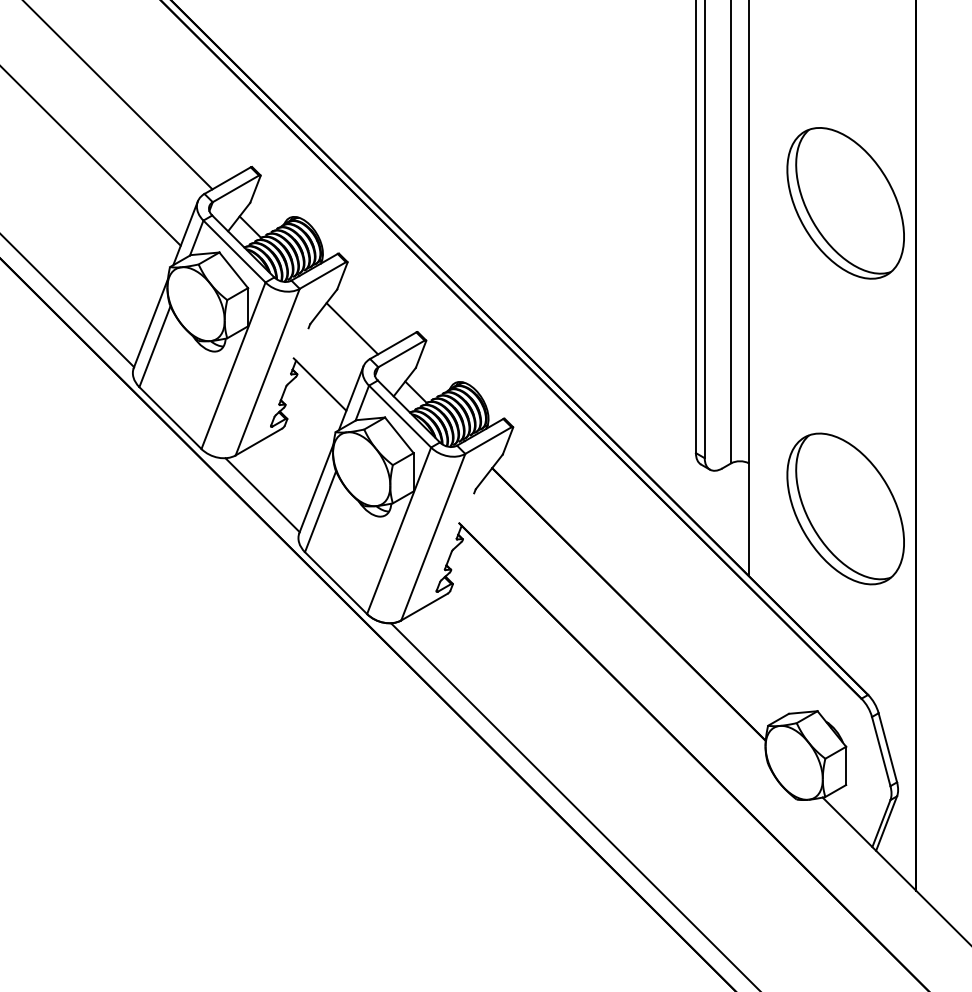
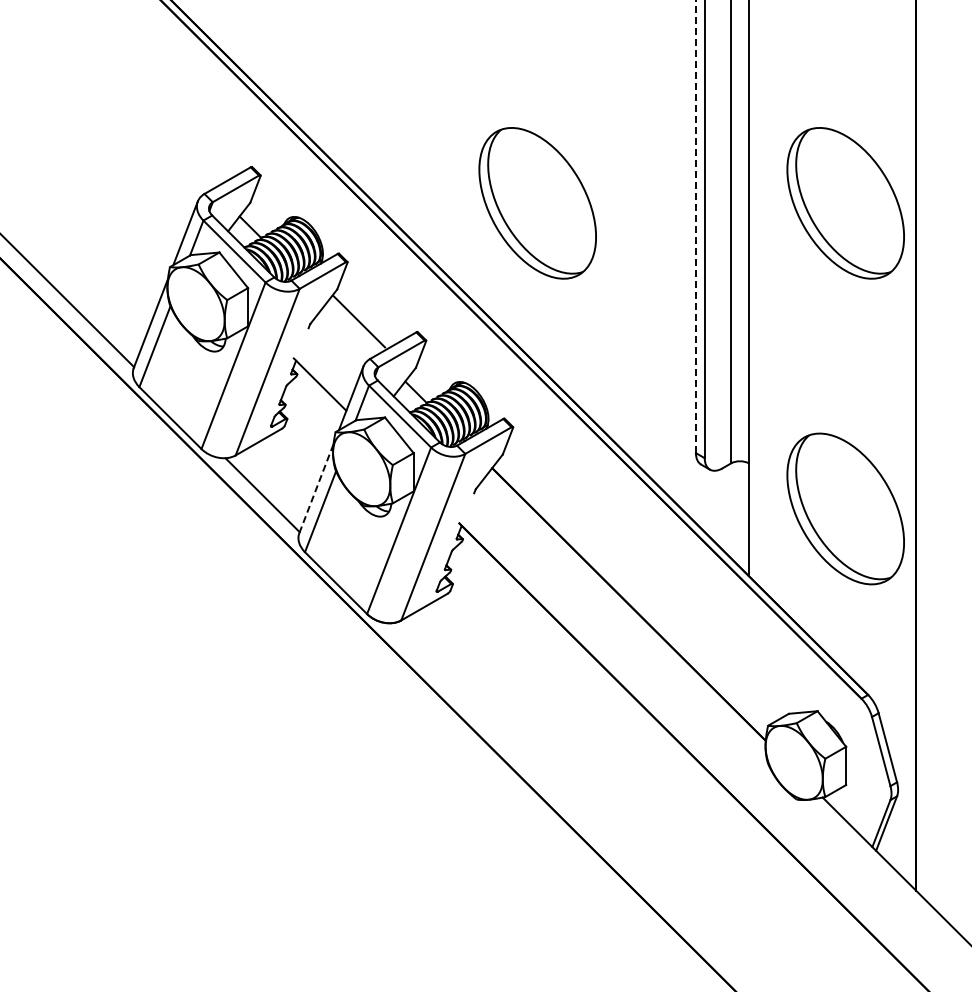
line at (118, 95): present -> none
line at (91, 156): present -> none
part at (537, 203): none -> present
line at (695, 226): solid -> dashed
line at (352, 328) position: (352, 328) -> (359, 321)
line at (316, 488): solid -> dashed
line at (574, 805): present -> none
